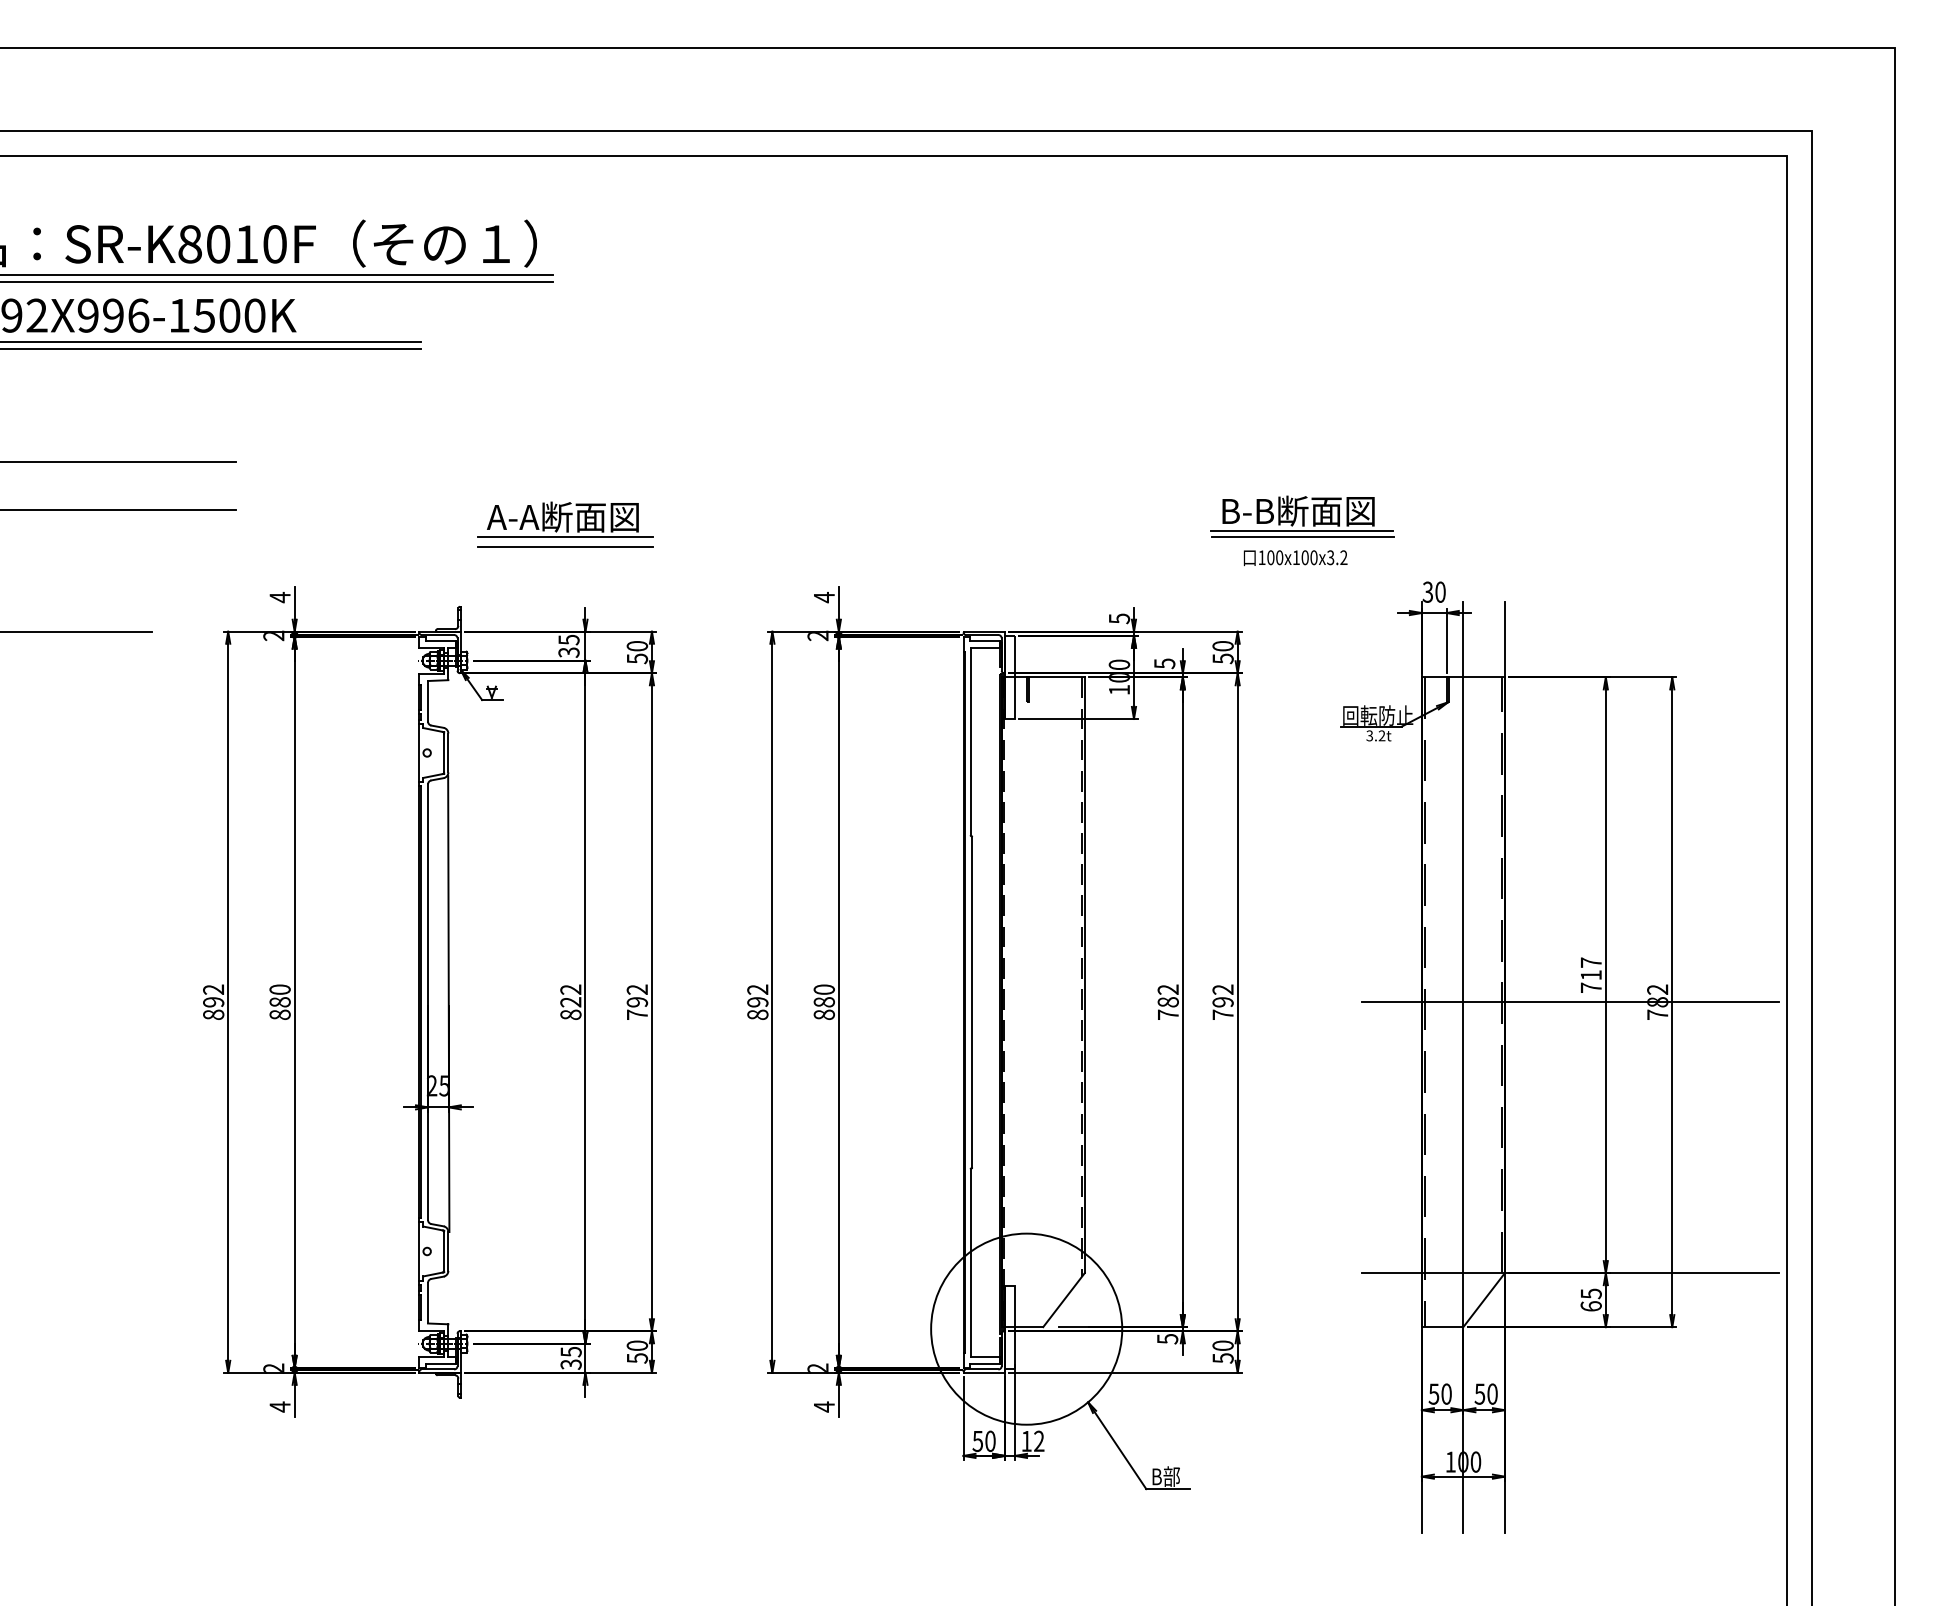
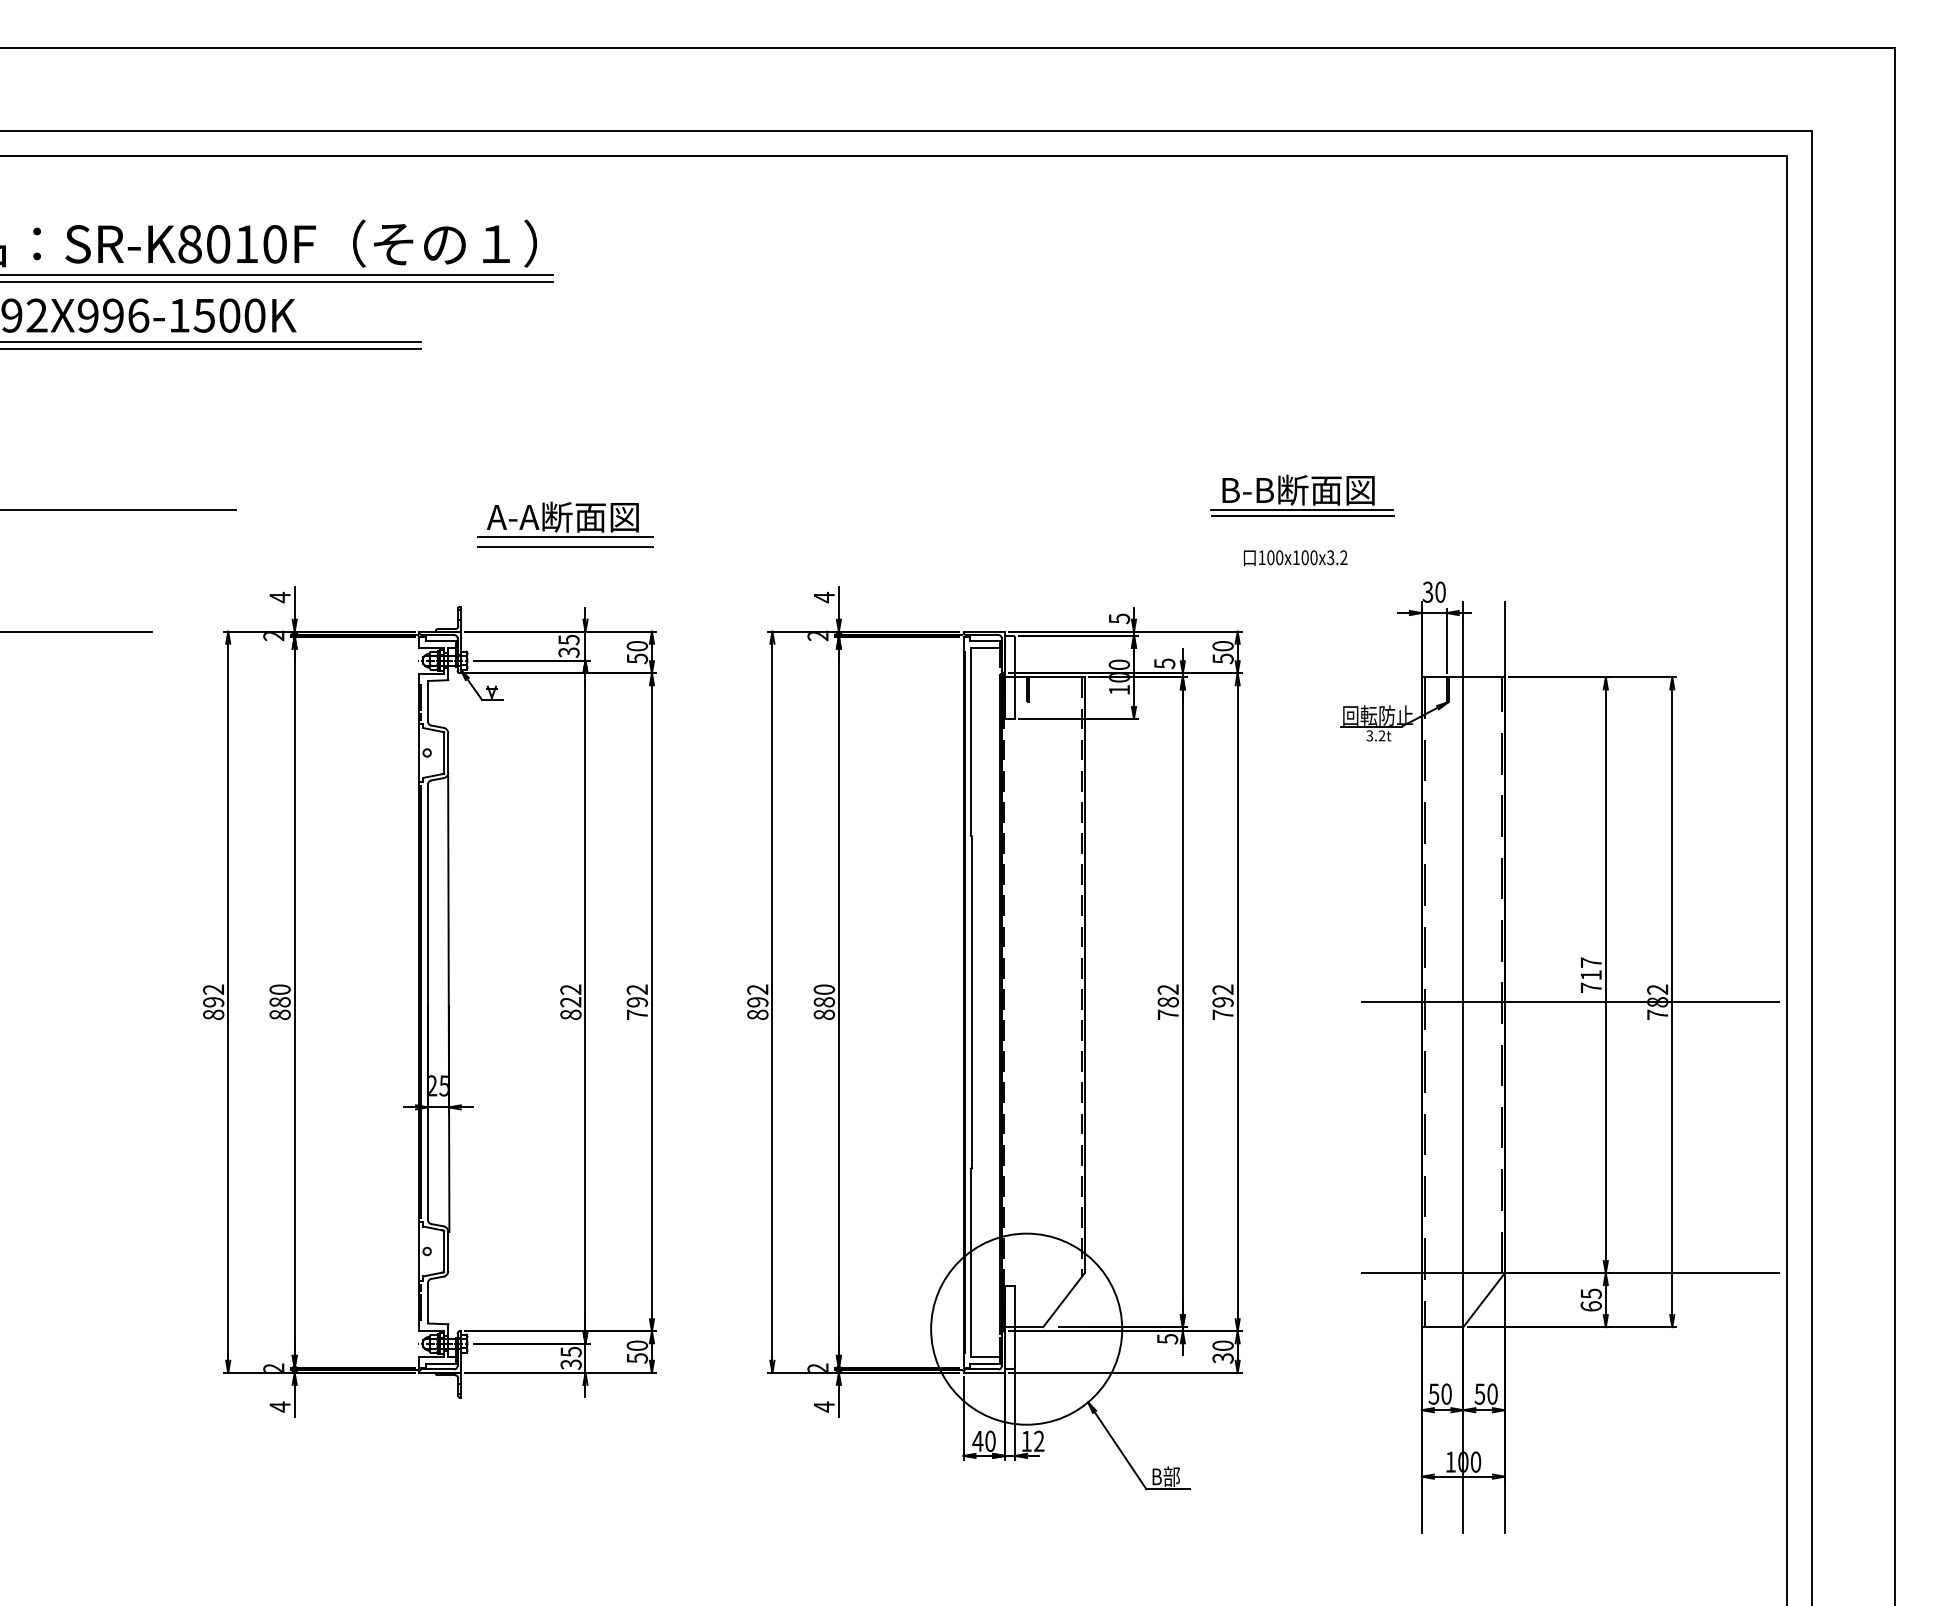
line at (118, 461): present -> none
part at (1302, 516) position: (1302, 516) -> (1302, 495)
text at (1222, 1358): 50 -> 30
text at (977, 1441): 50 -> 40
